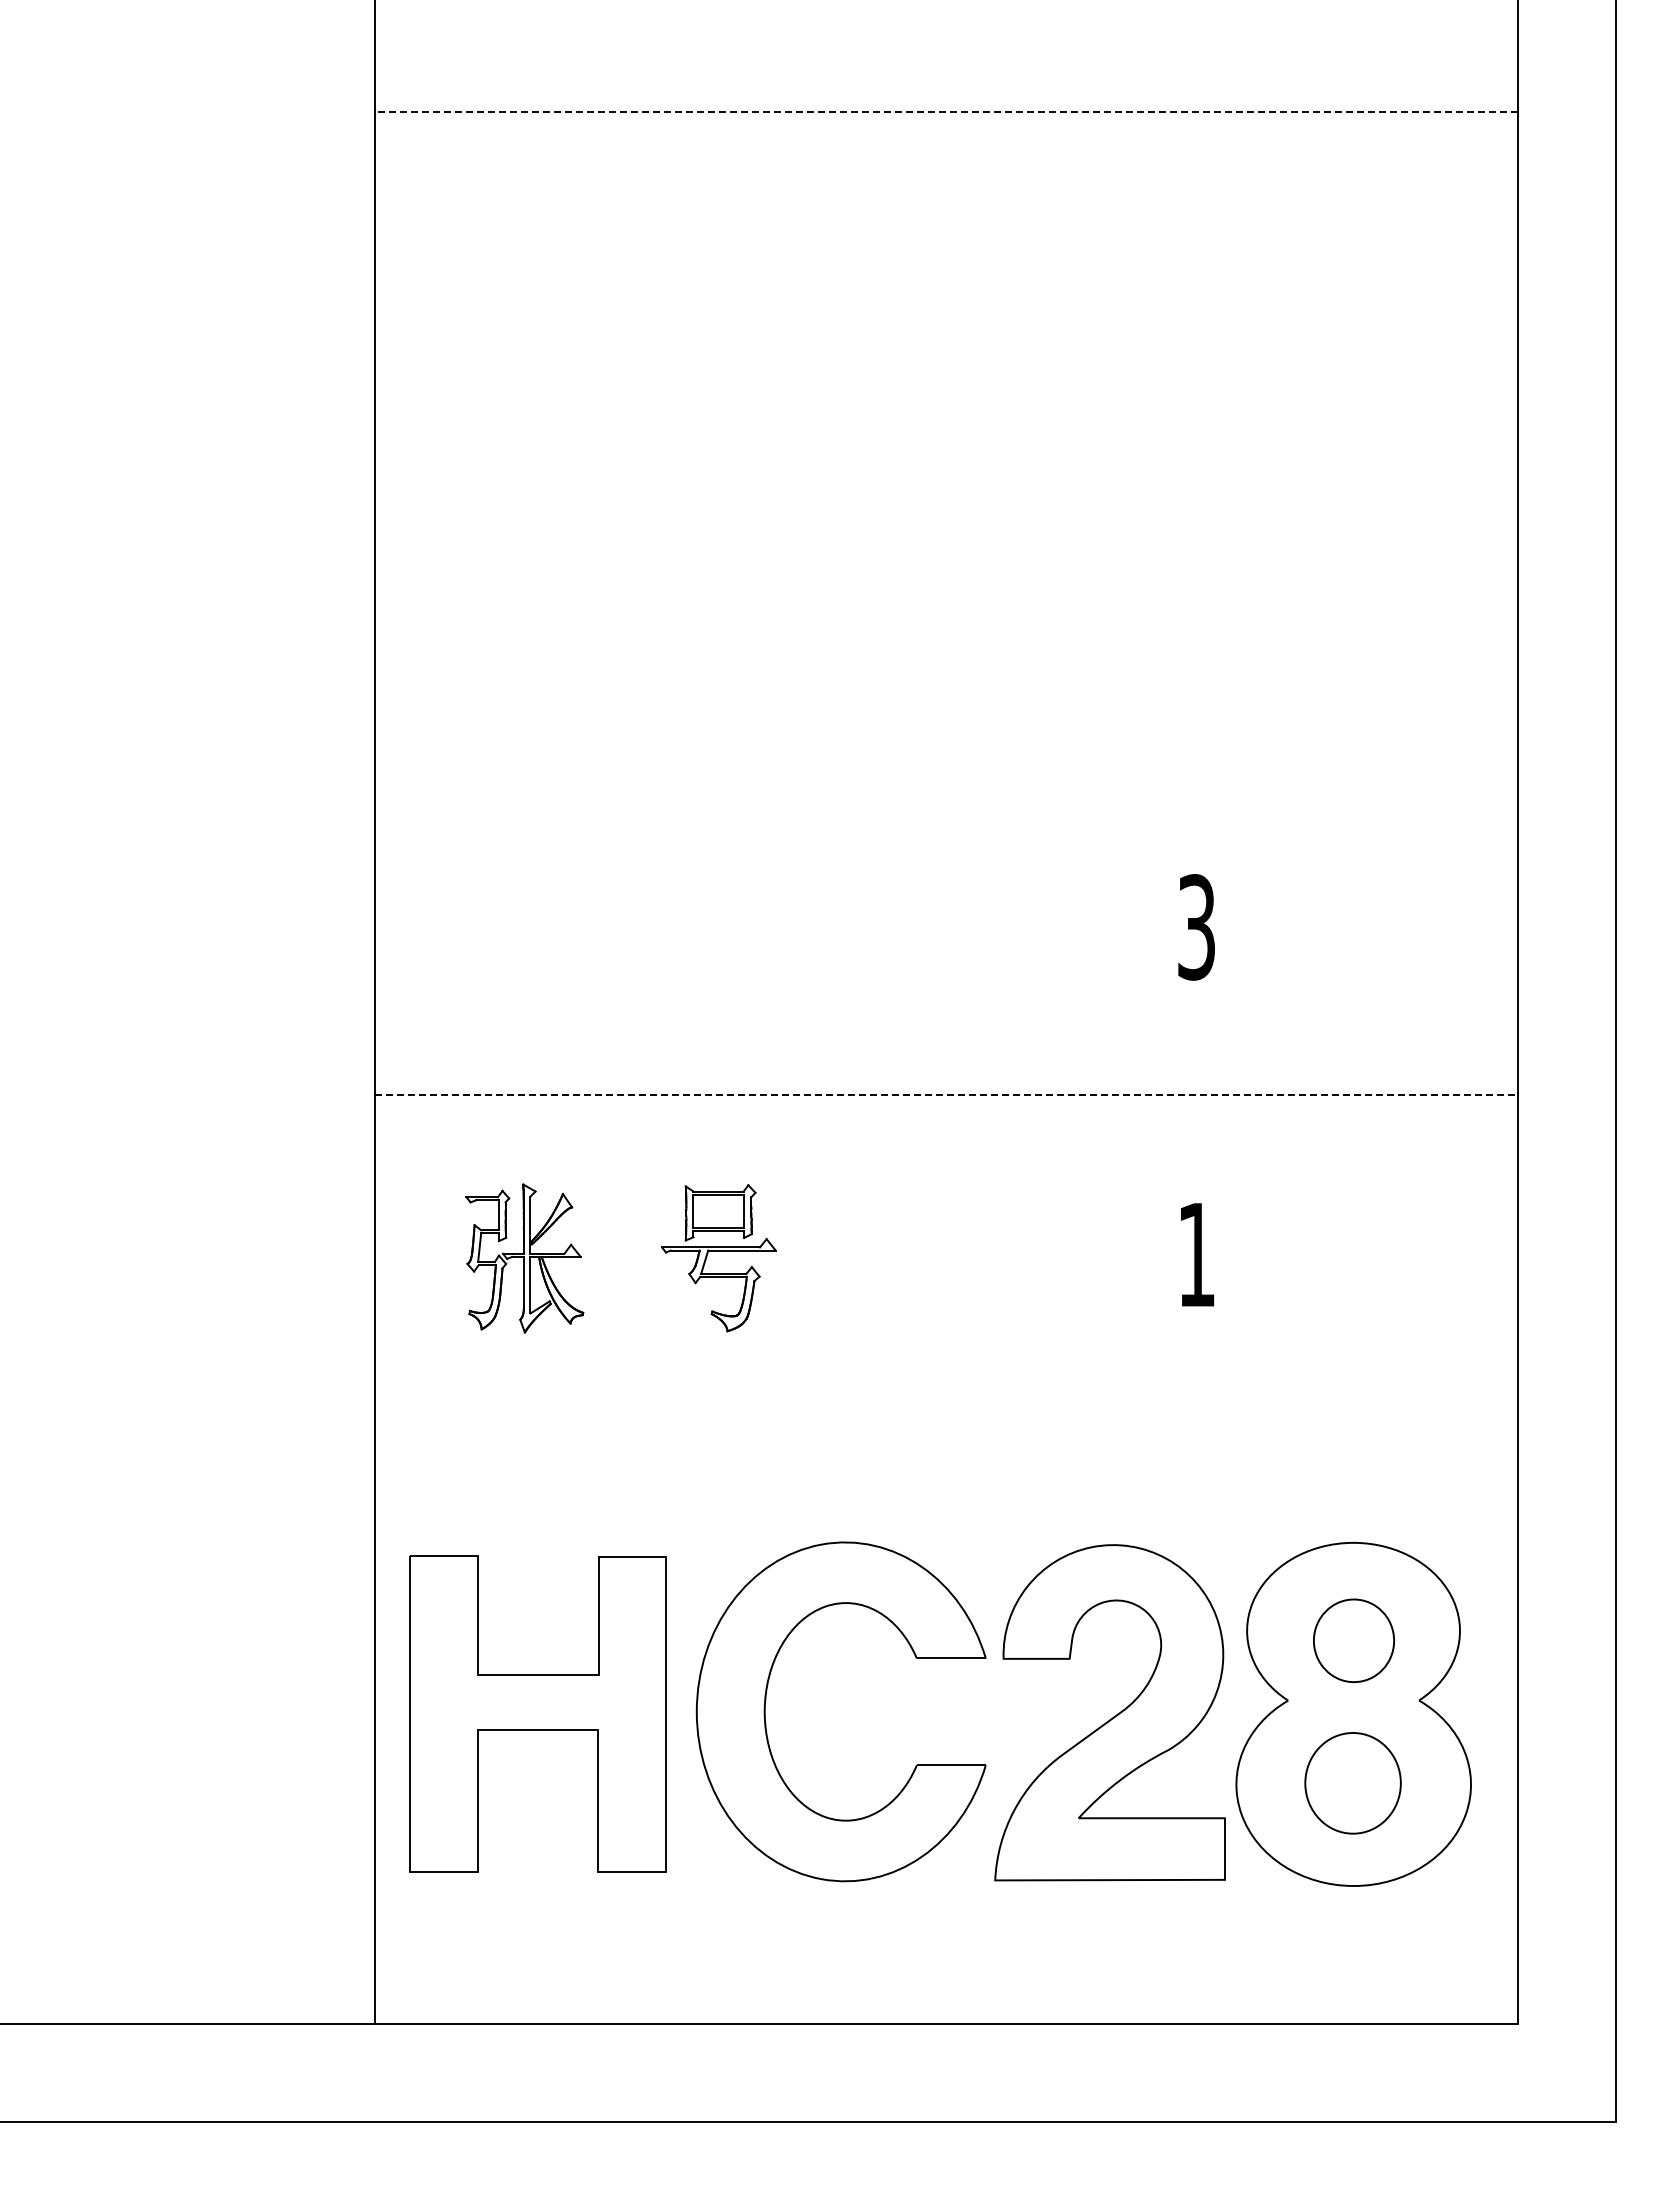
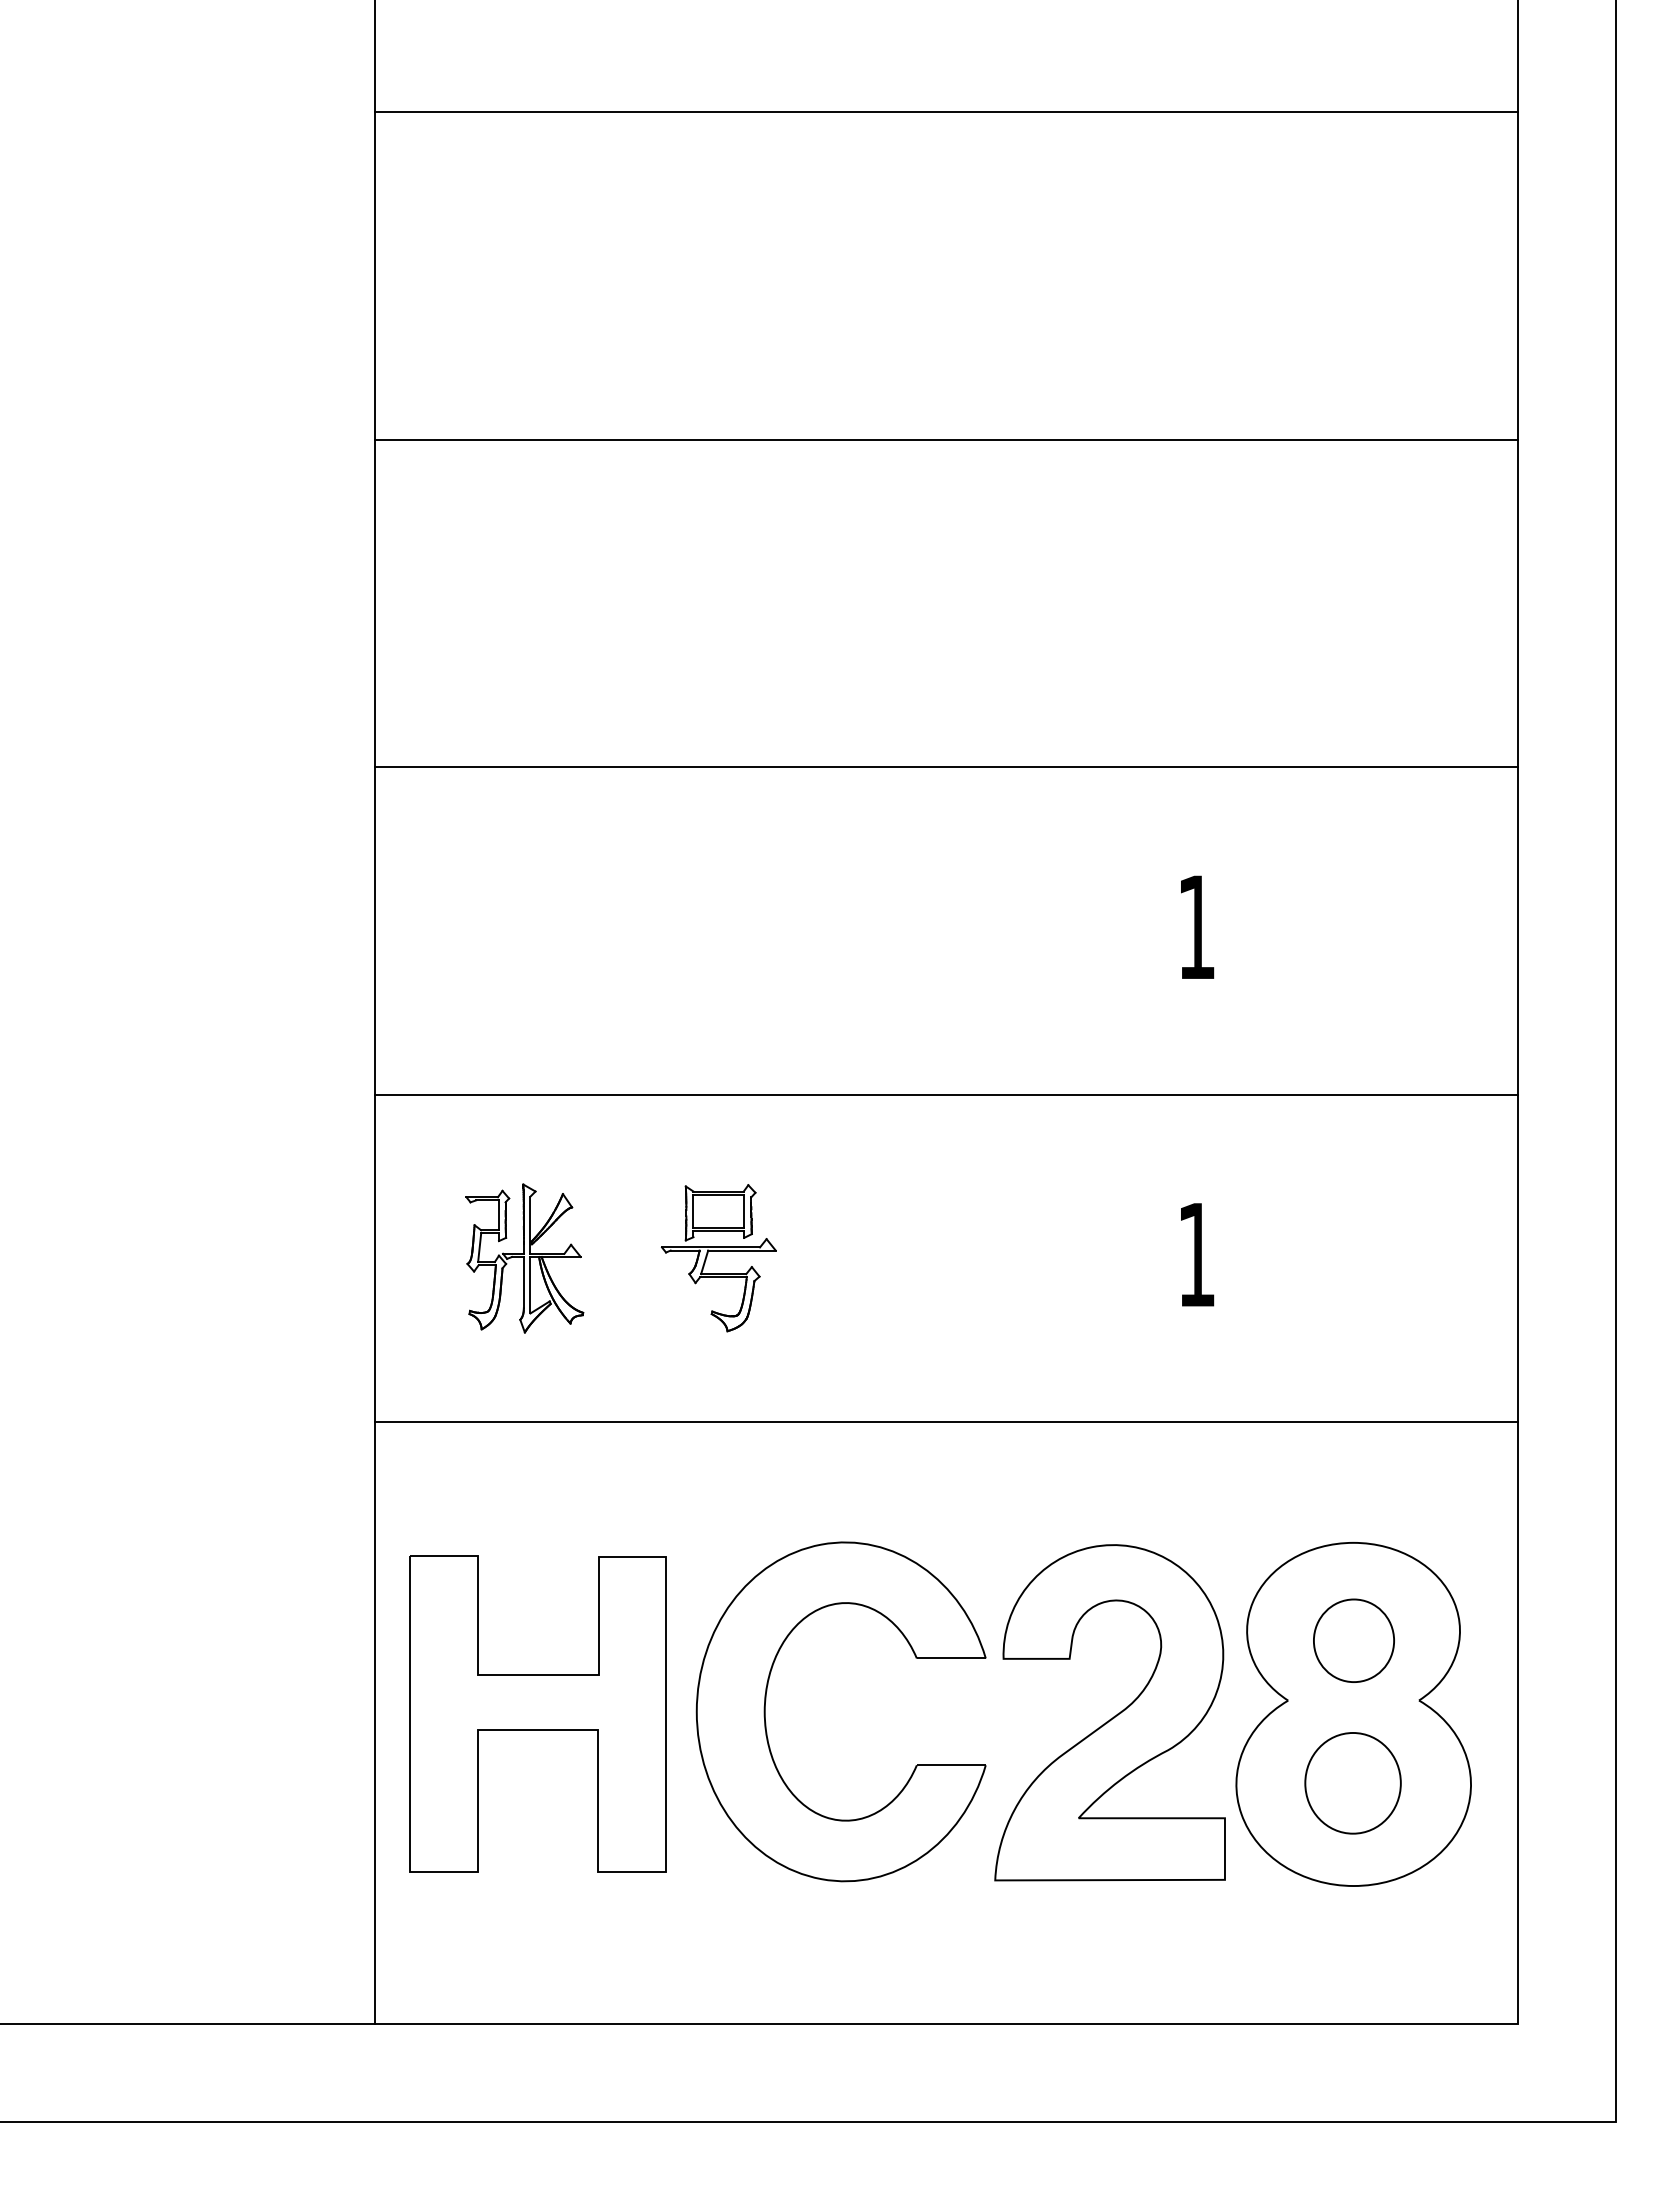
line at (946, 112): dashed -> solid
line at (946, 439): none -> present
line at (946, 767): none -> present
text at (1196, 927): 3 -> 1
line at (946, 1094): dashed -> solid
line at (946, 1422): none -> present
